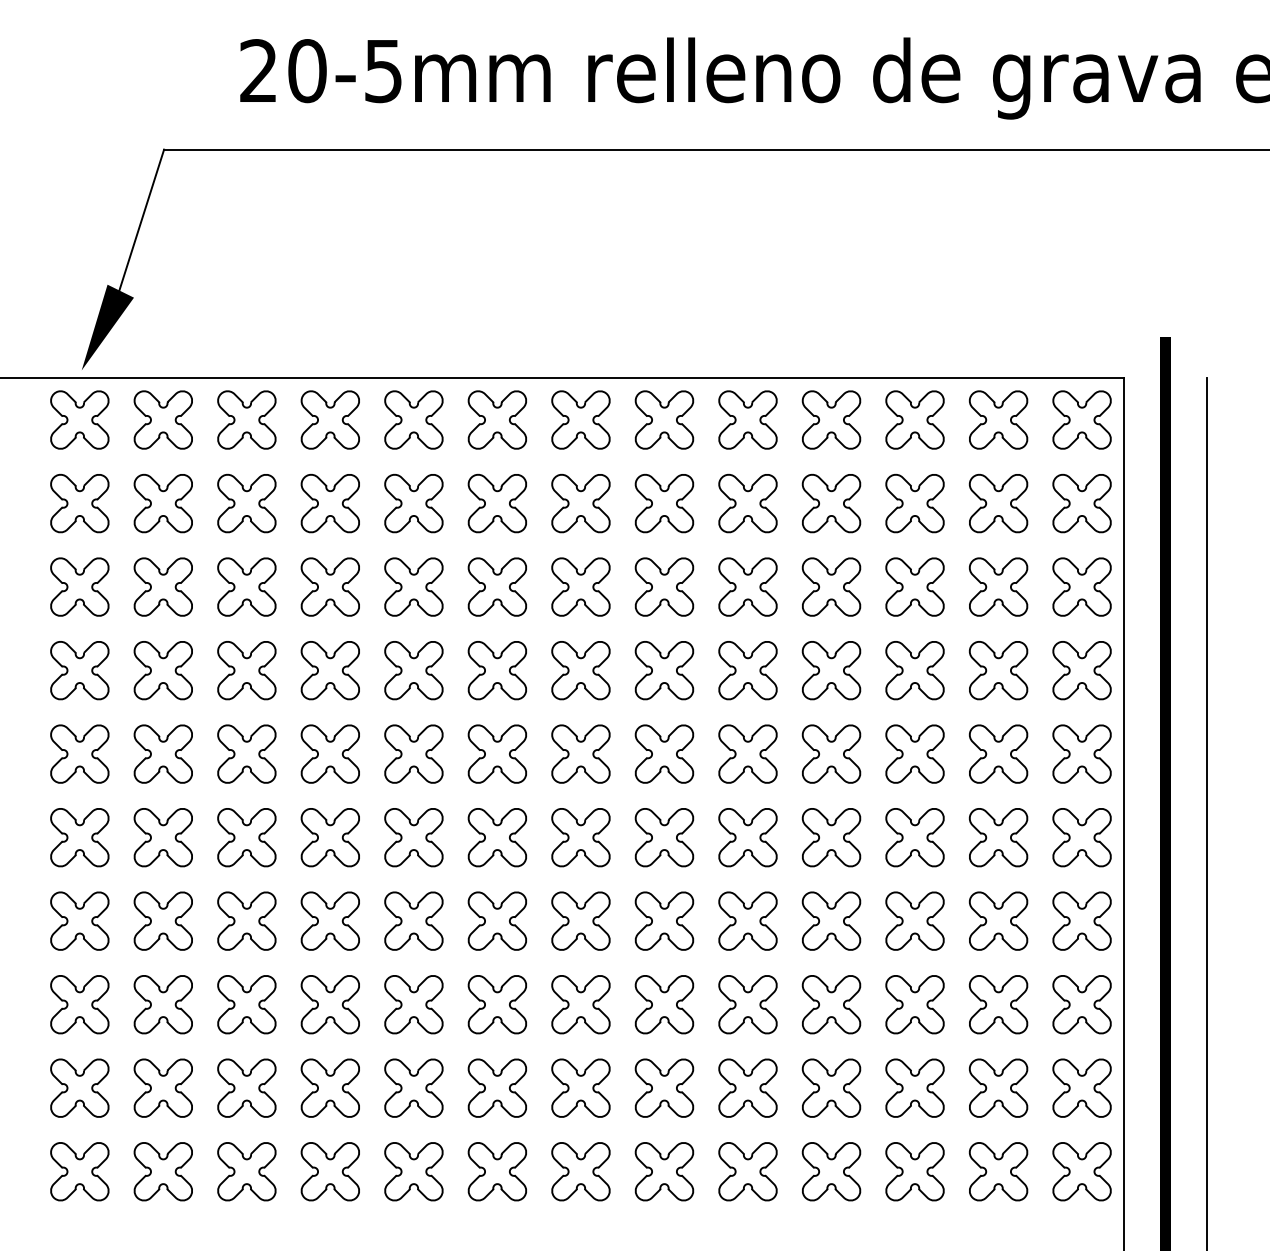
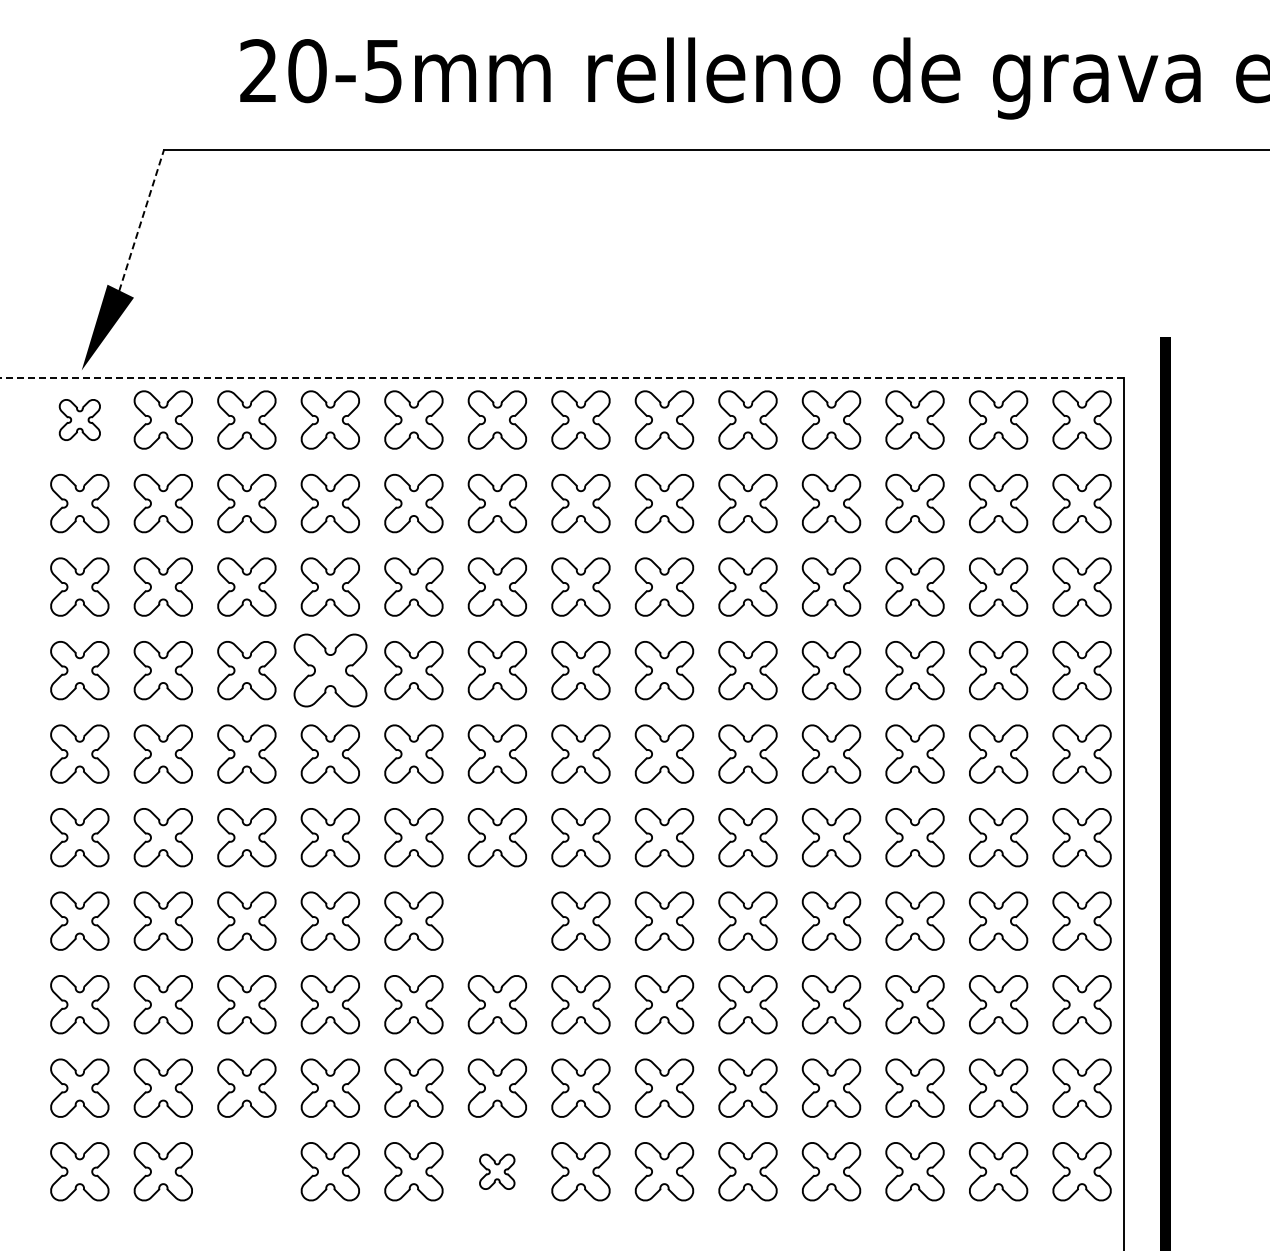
line at (141, 219): solid -> dashed
line at (561, 378): solid -> dashed
part at (79, 419) size: 60x60 px -> 43x42 px
part at (329, 670) size: 60x60 px -> 75x75 px
line at (1207, 812): present -> none
part at (496, 920): present -> none
part at (246, 1171): present -> none
part at (496, 1171) size: 60x60 px -> 37x37 px
